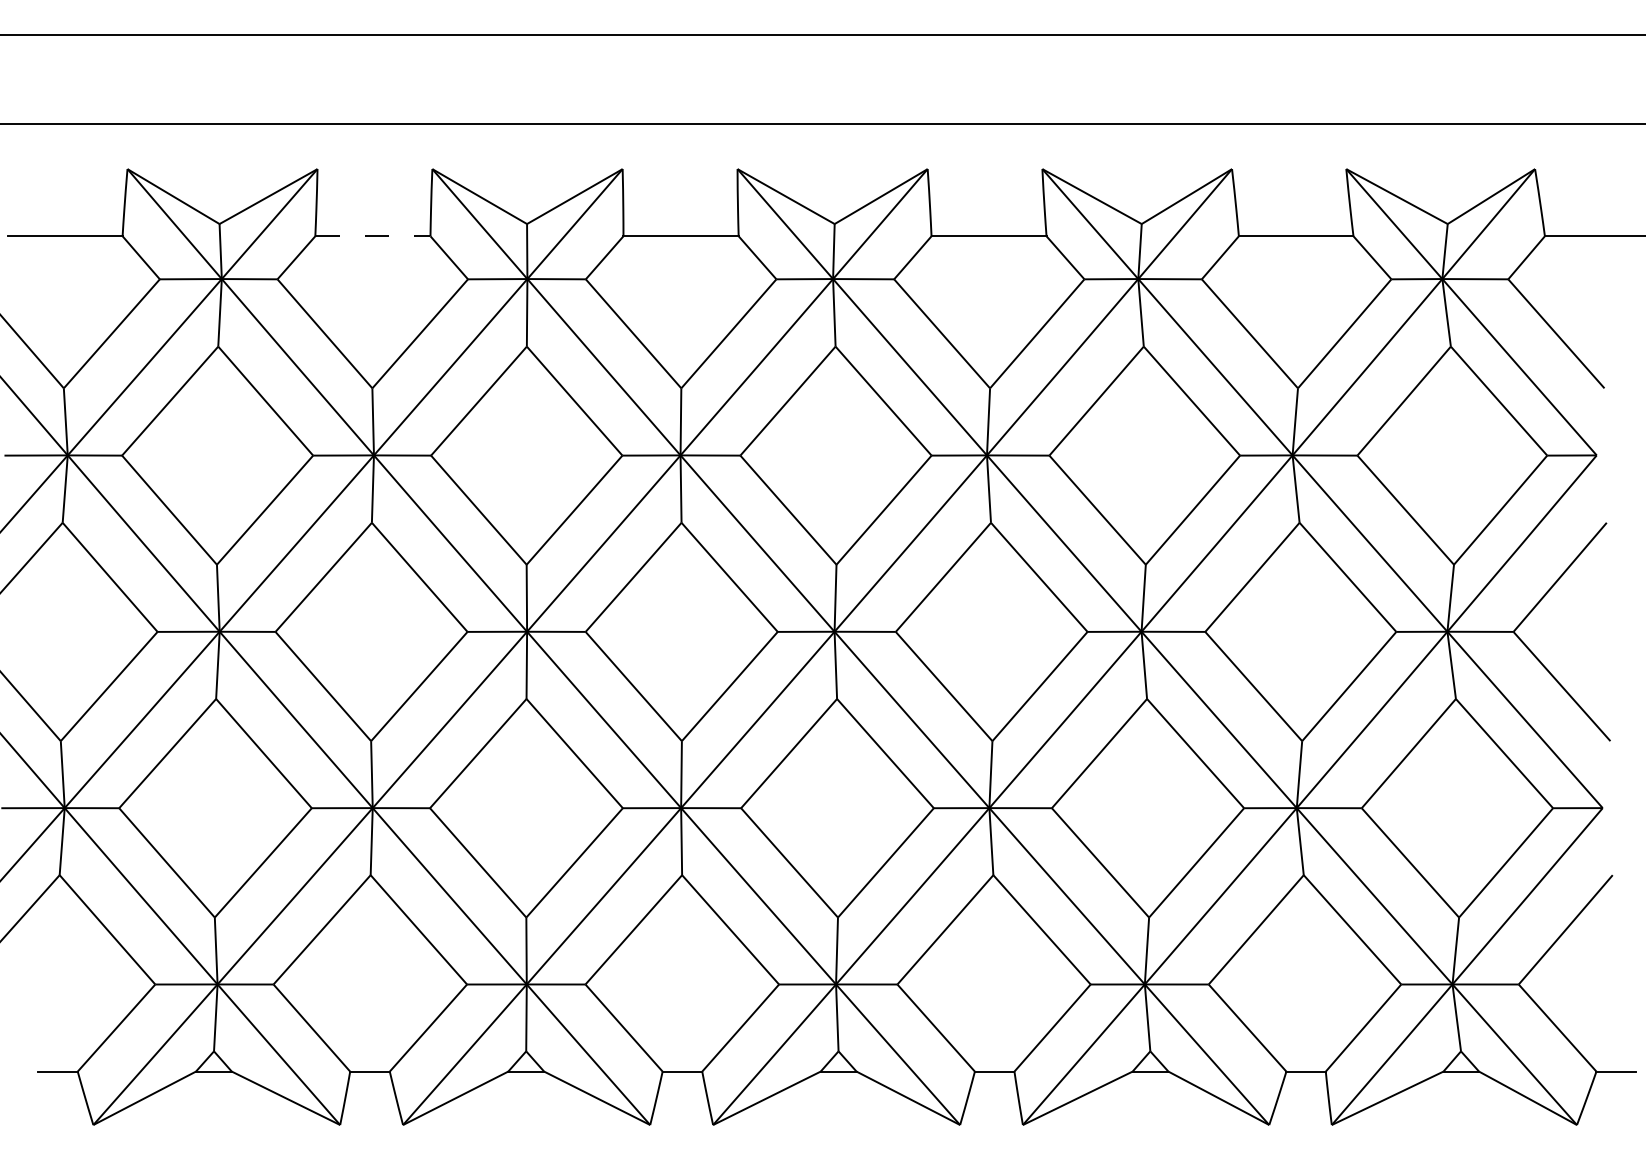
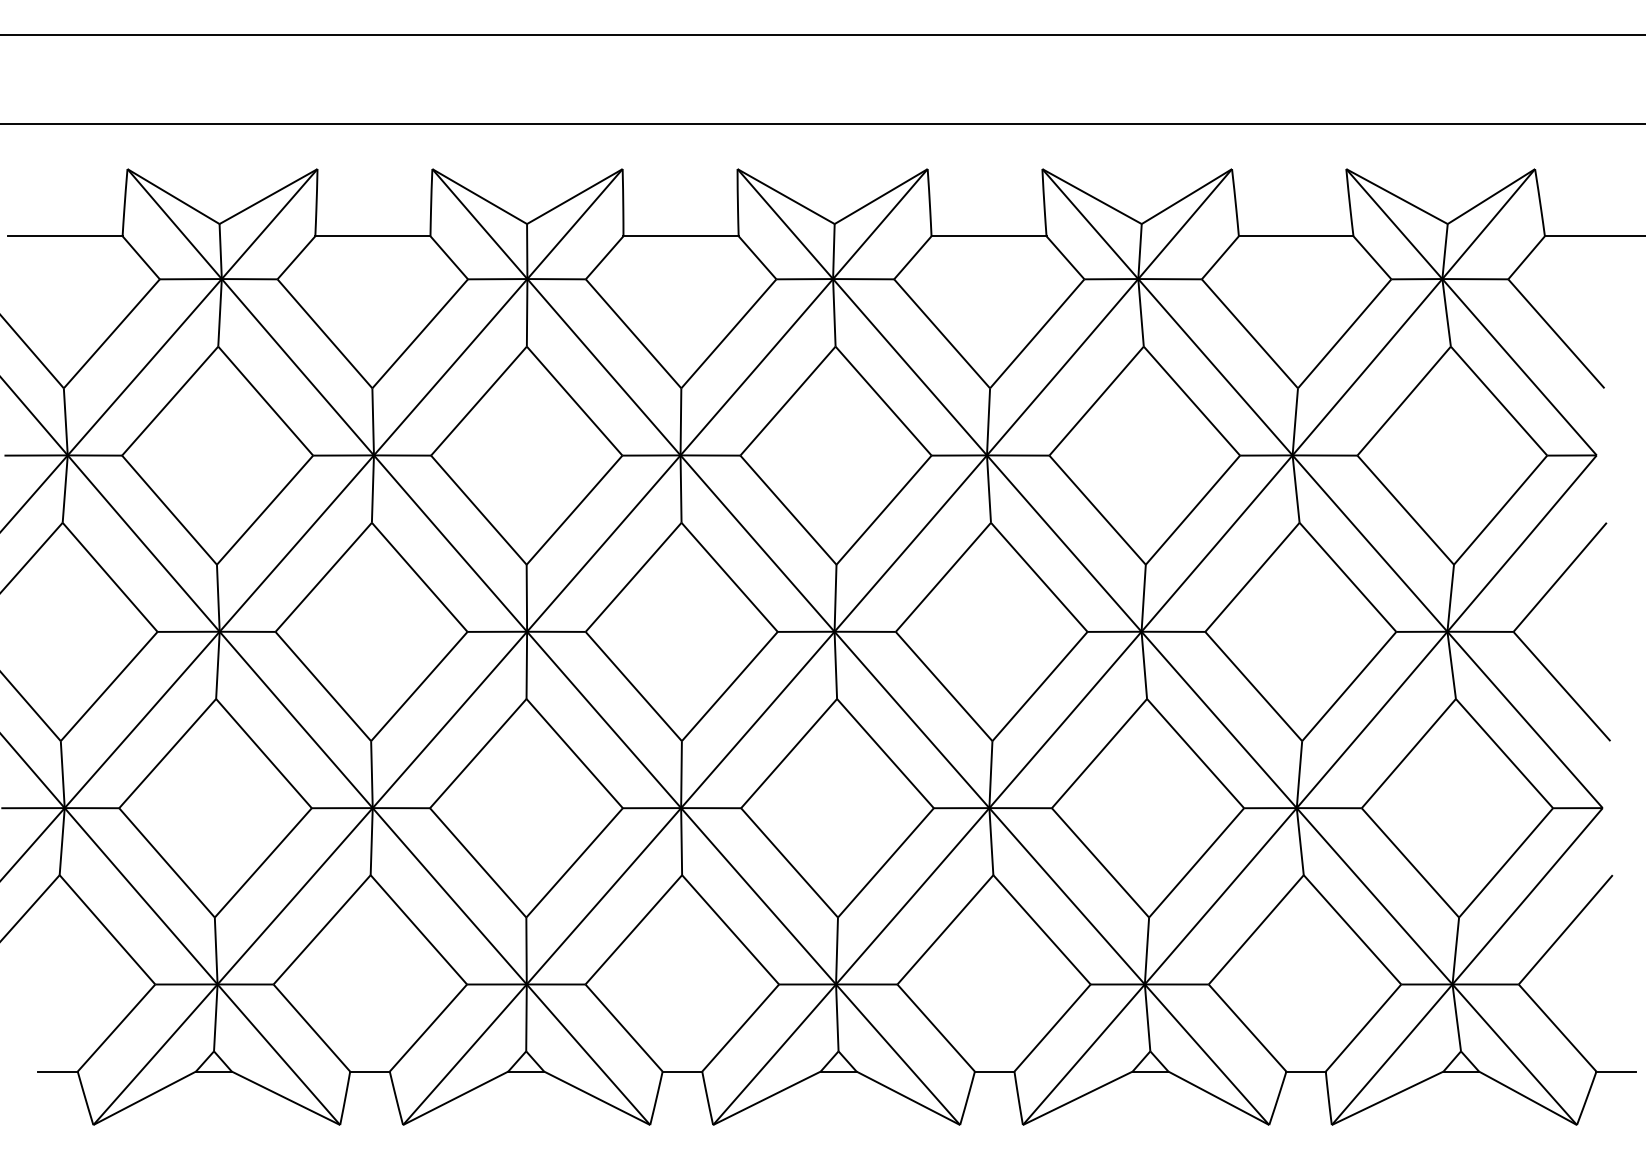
line at (372, 236): dashed -> solid
